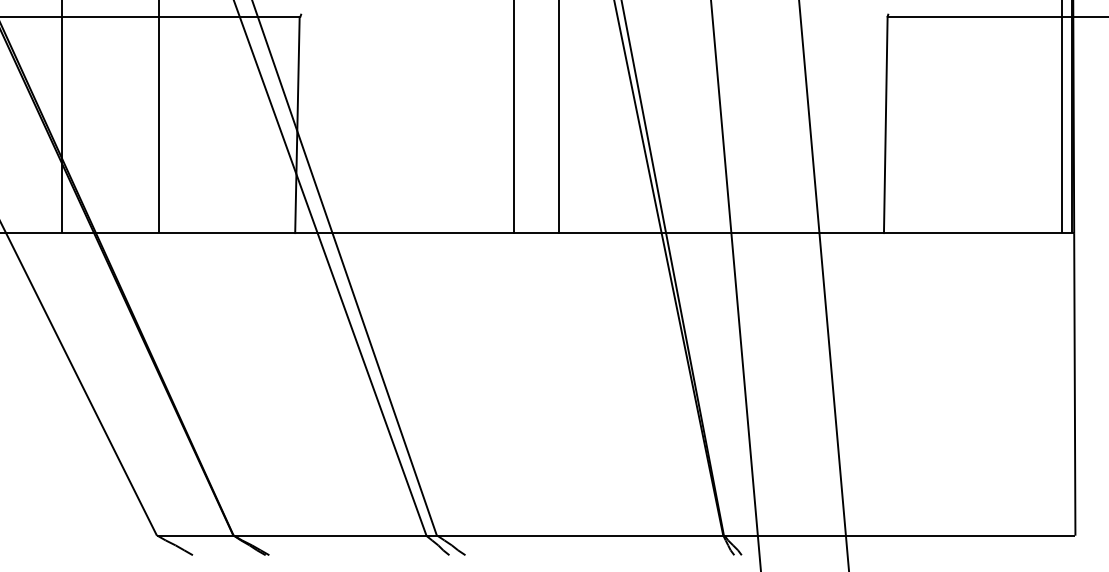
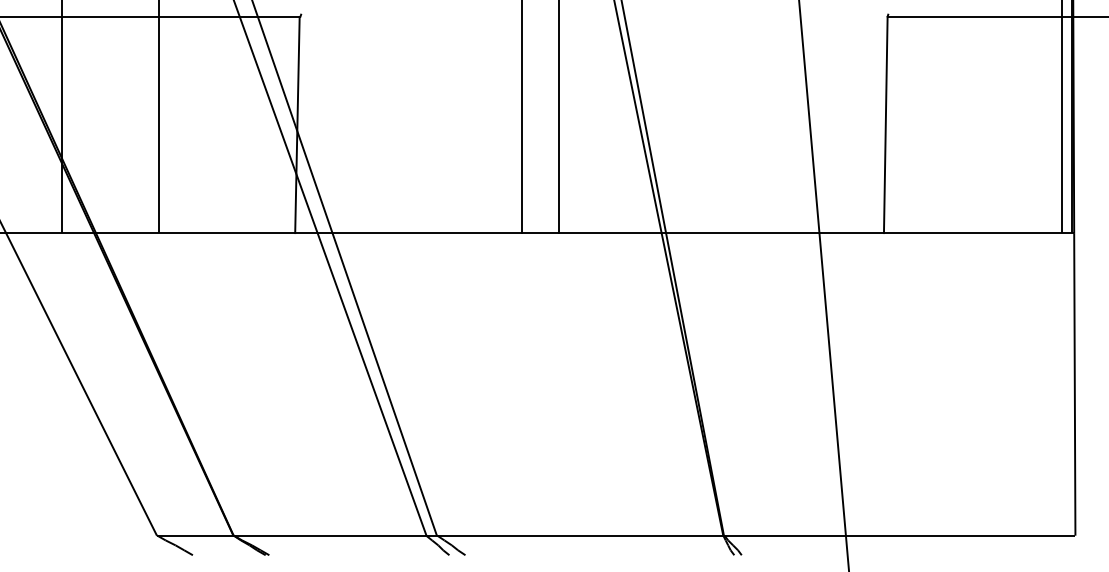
line at (514, 117) position: (514, 117) -> (522, 117)
line at (735, 285): present -> none
